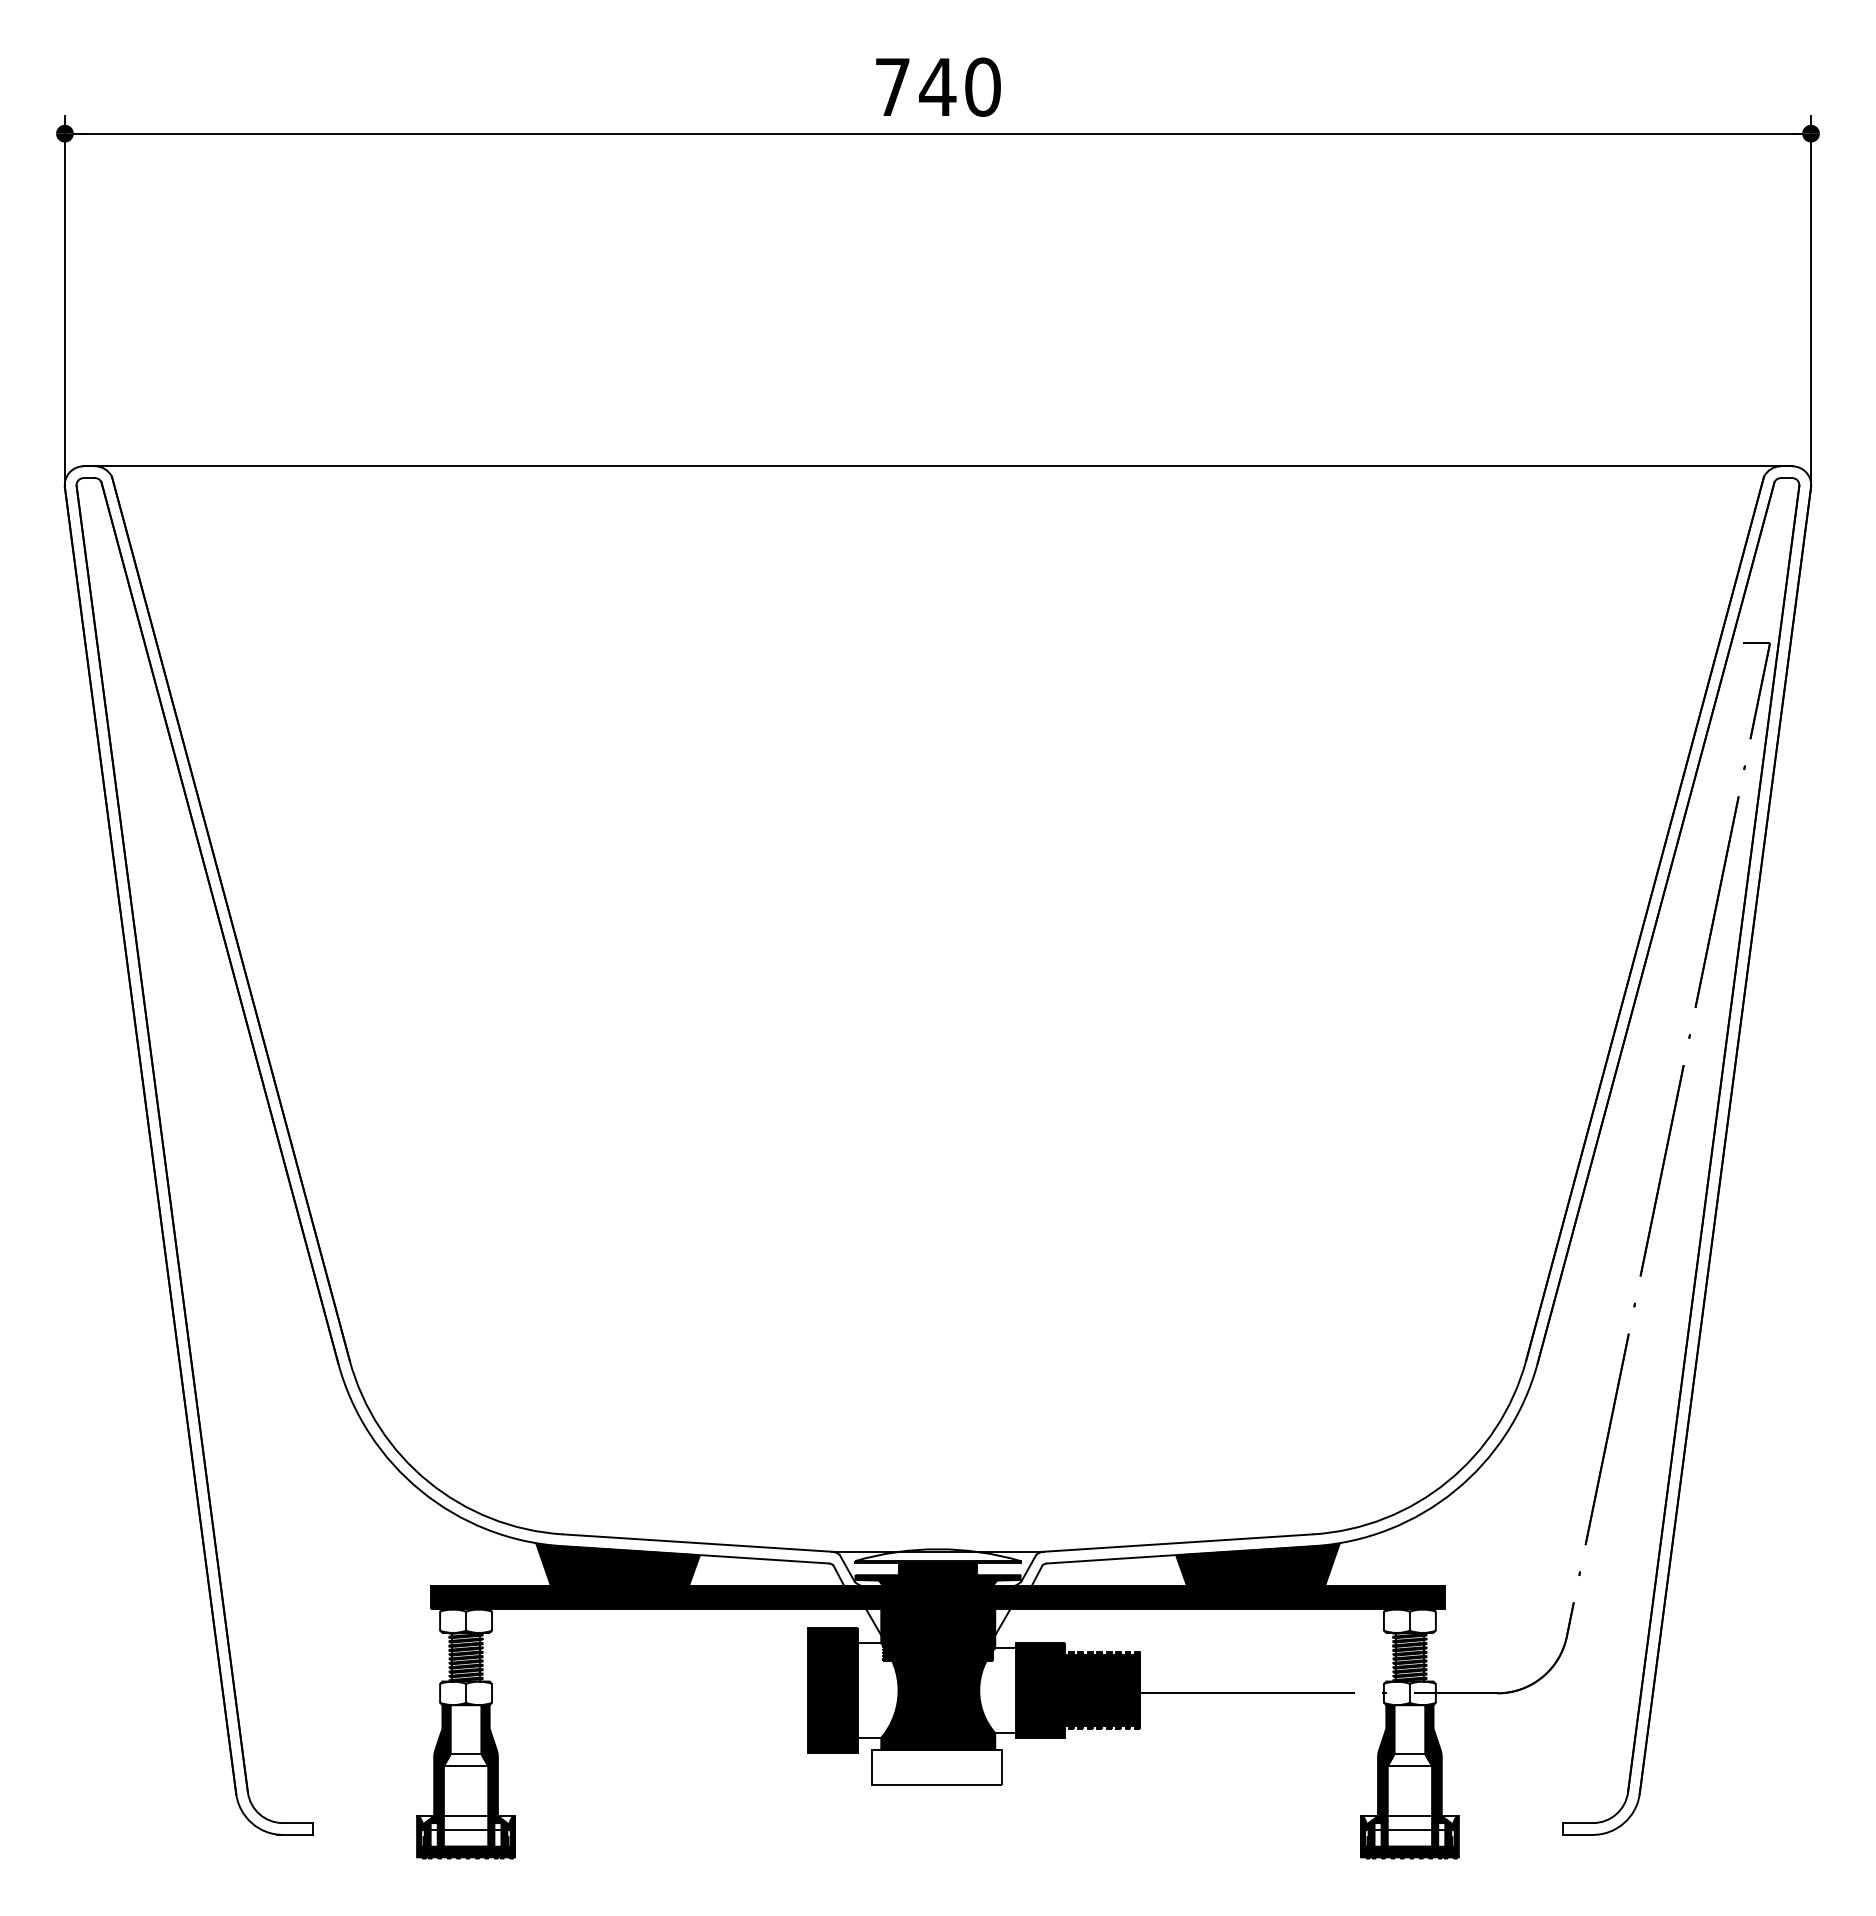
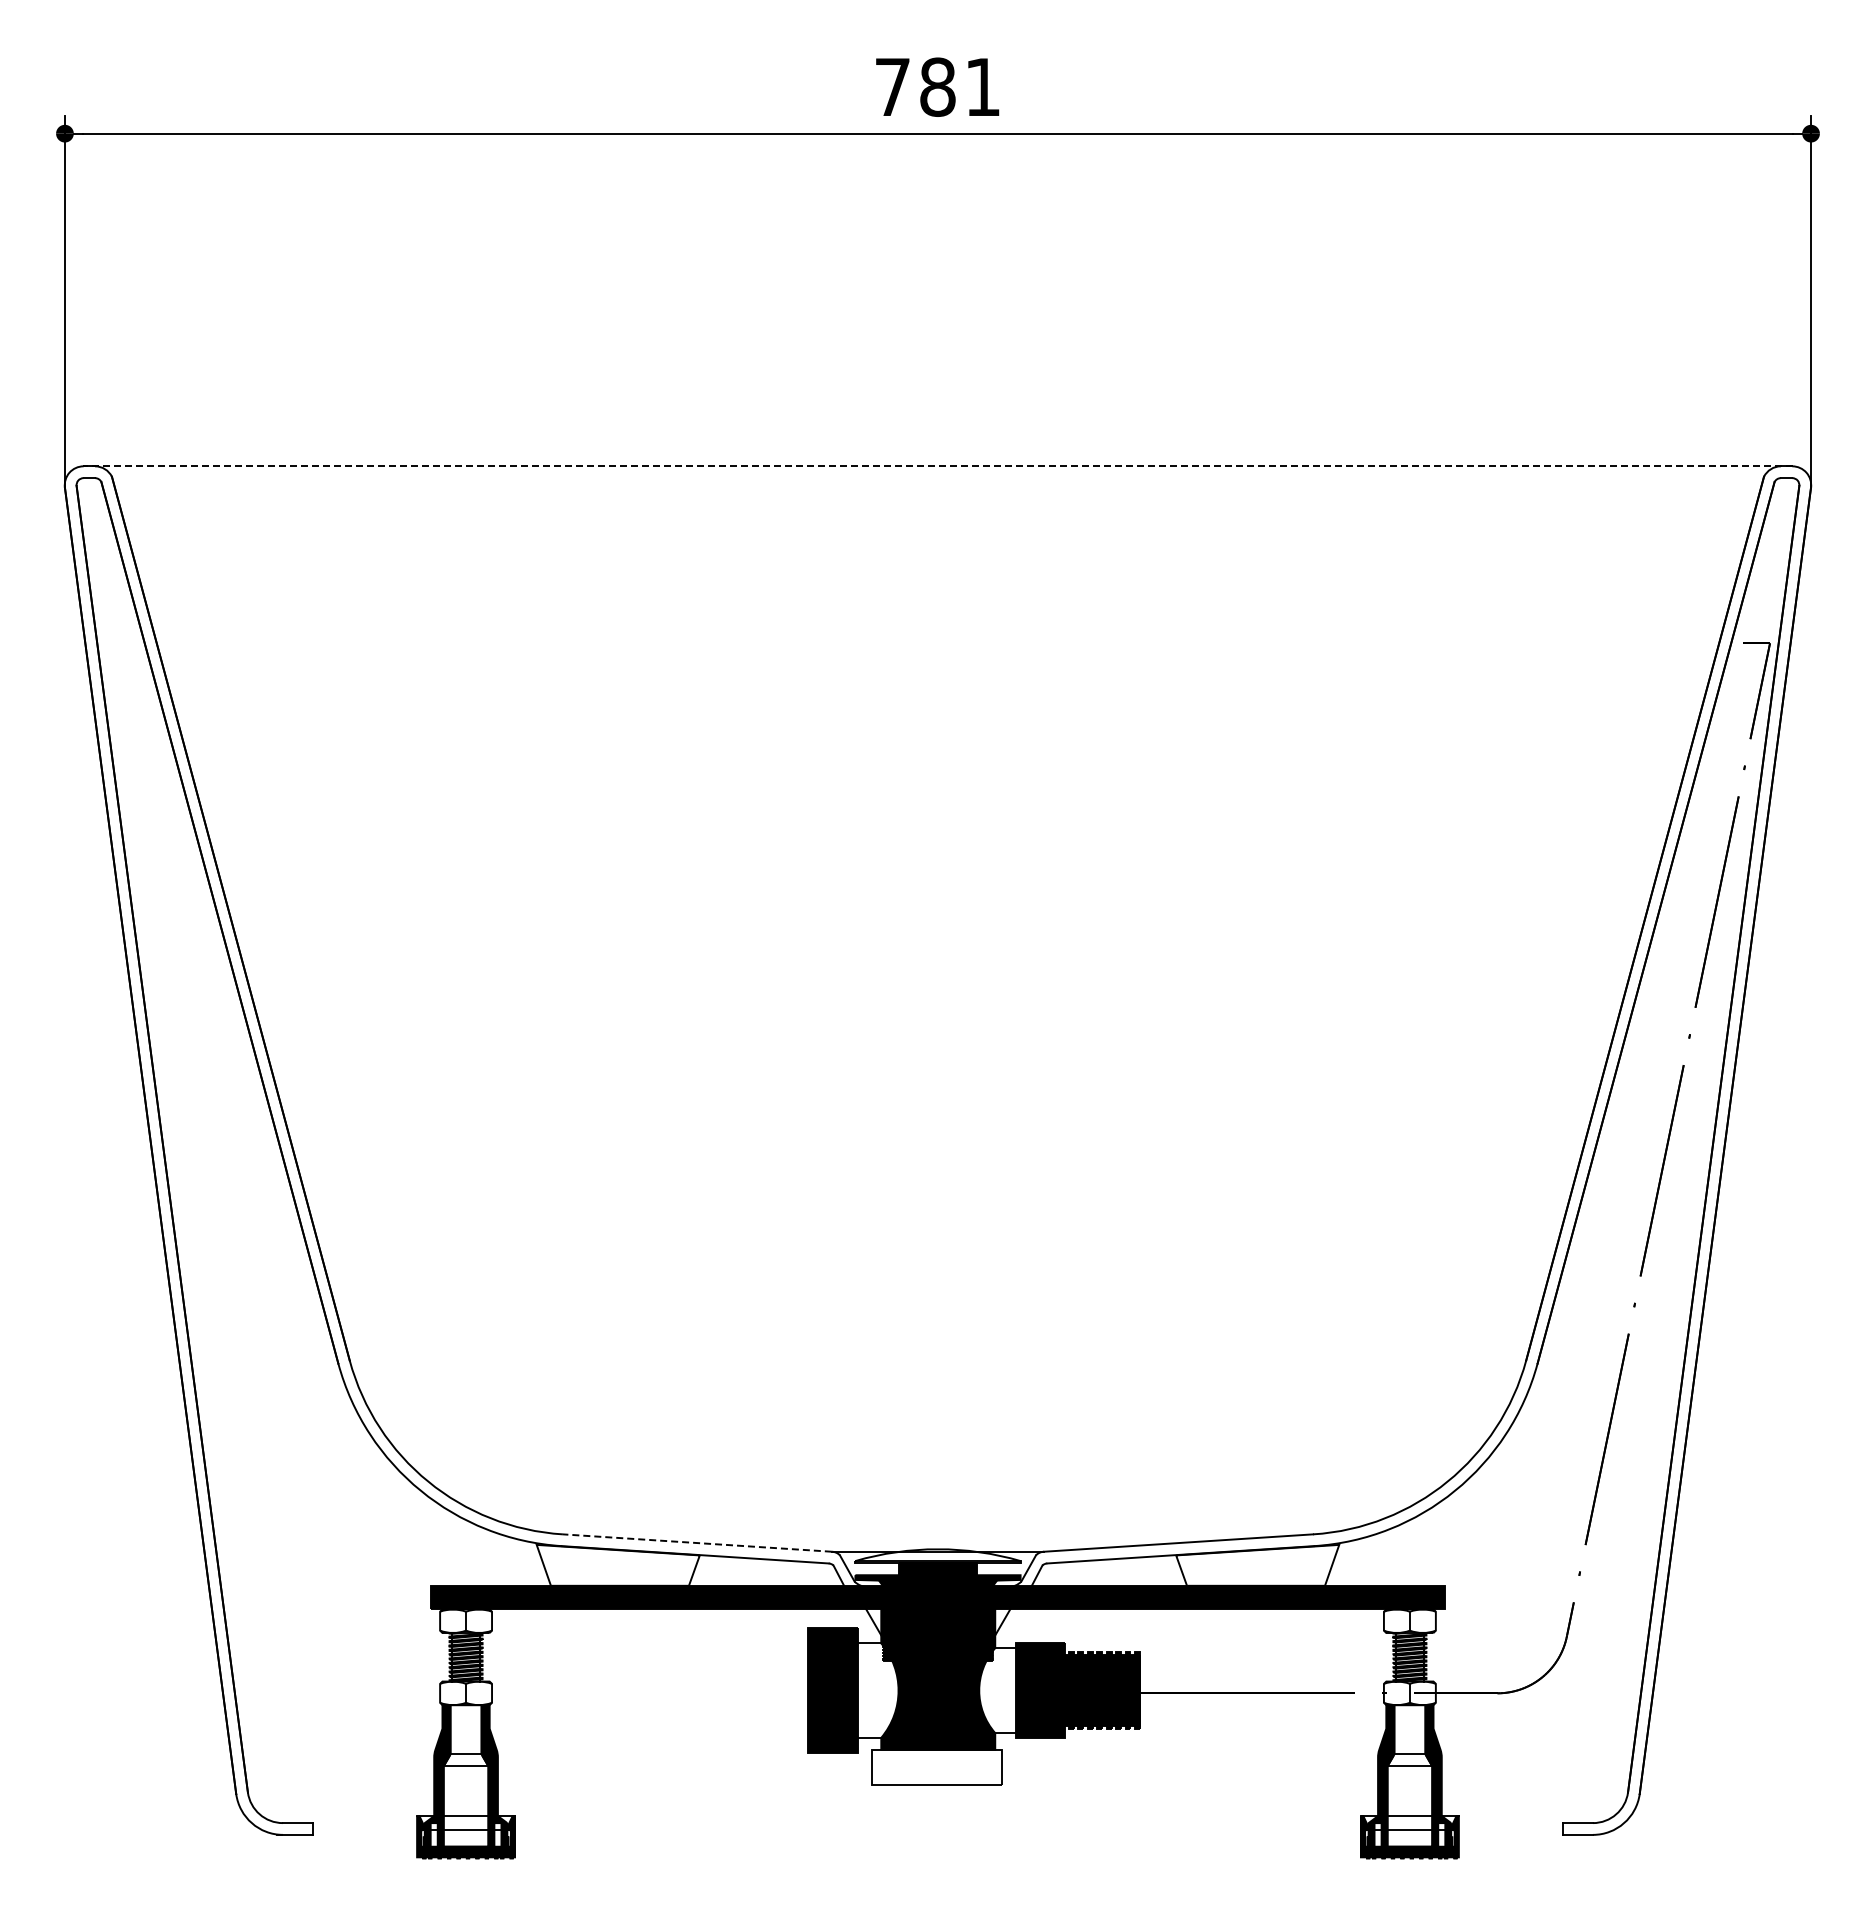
text at (959, 86): 740 -> 781
line at (937, 466): solid -> dashed
line at (697, 1543): solid -> dashed
fill at (617, 1564): present -> none
fill at (1257, 1564): present -> none
